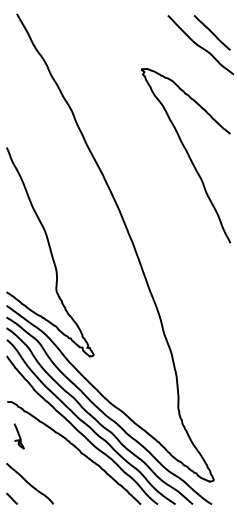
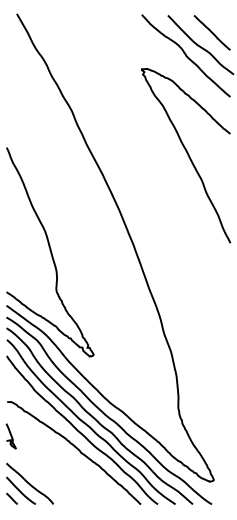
curve at (185, 55): none -> present
curve at (18, 436) position: (18, 436) -> (10, 436)
curve at (20, 490): none -> present
